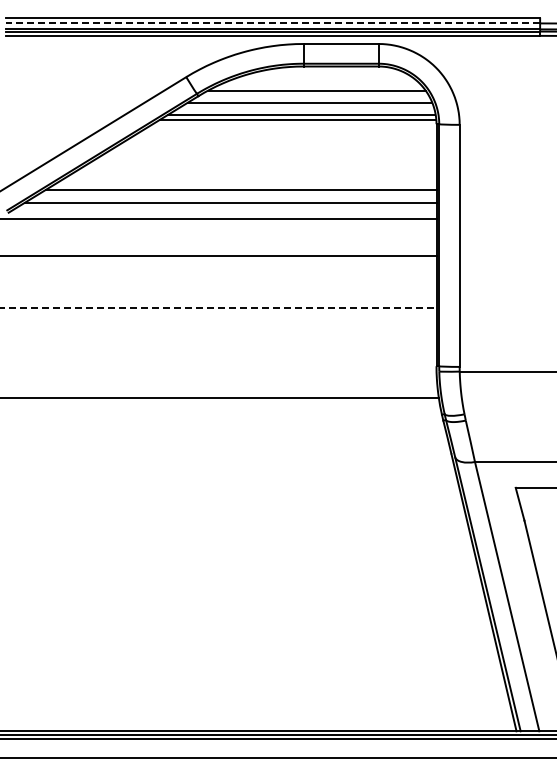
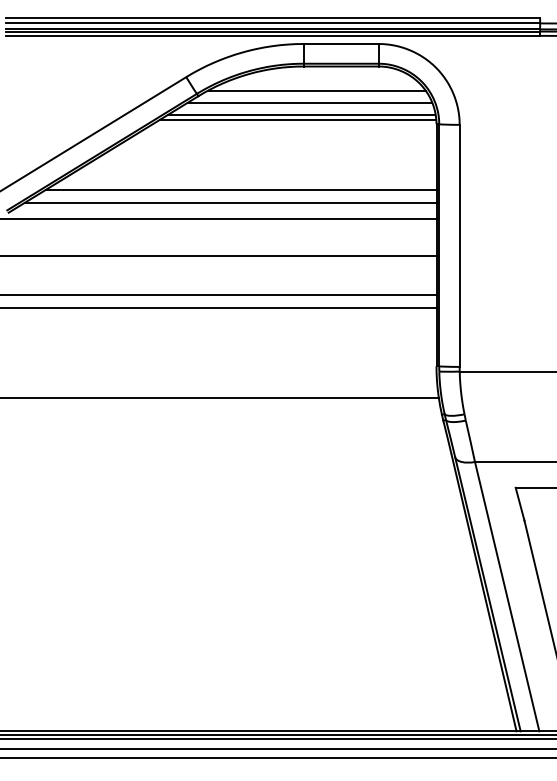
line at (273, 23): dashed -> solid
line at (219, 294): none -> present
line at (218, 308): dashed -> solid
line at (277, 748): none -> present
